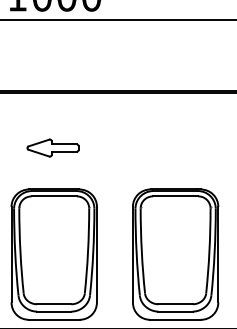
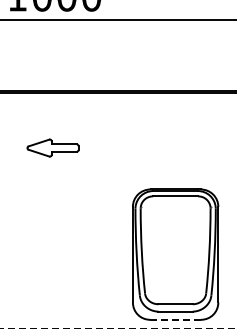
part at (53, 254): present -> none
line at (175, 319): solid -> dashed
line at (118, 328): solid -> dashed
